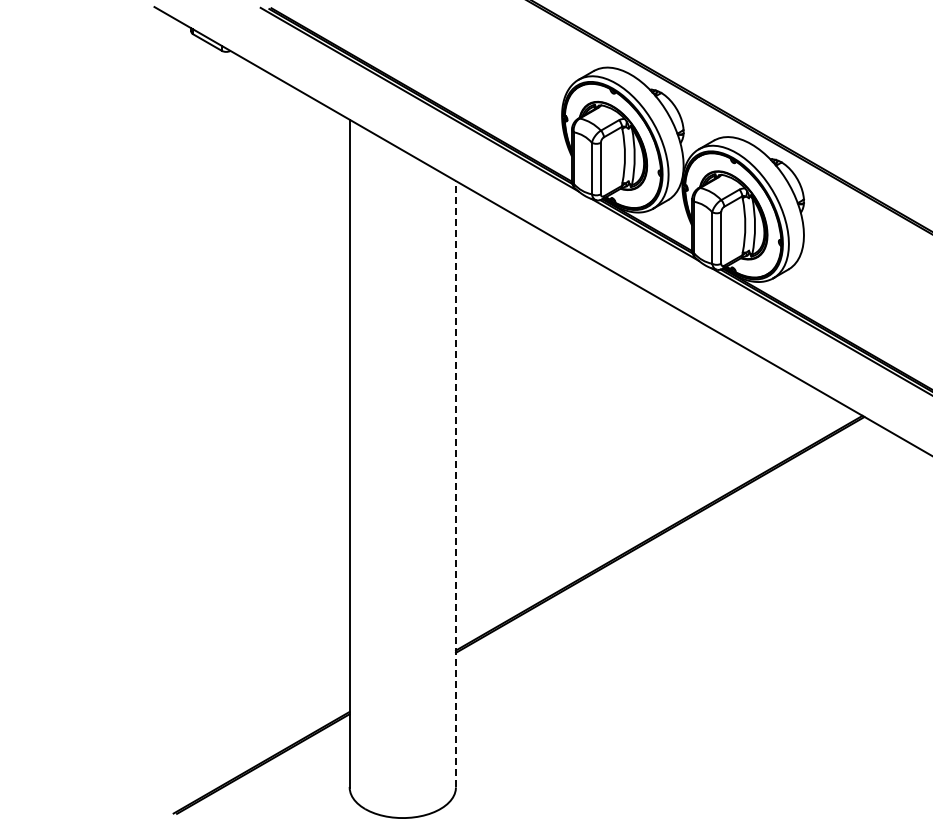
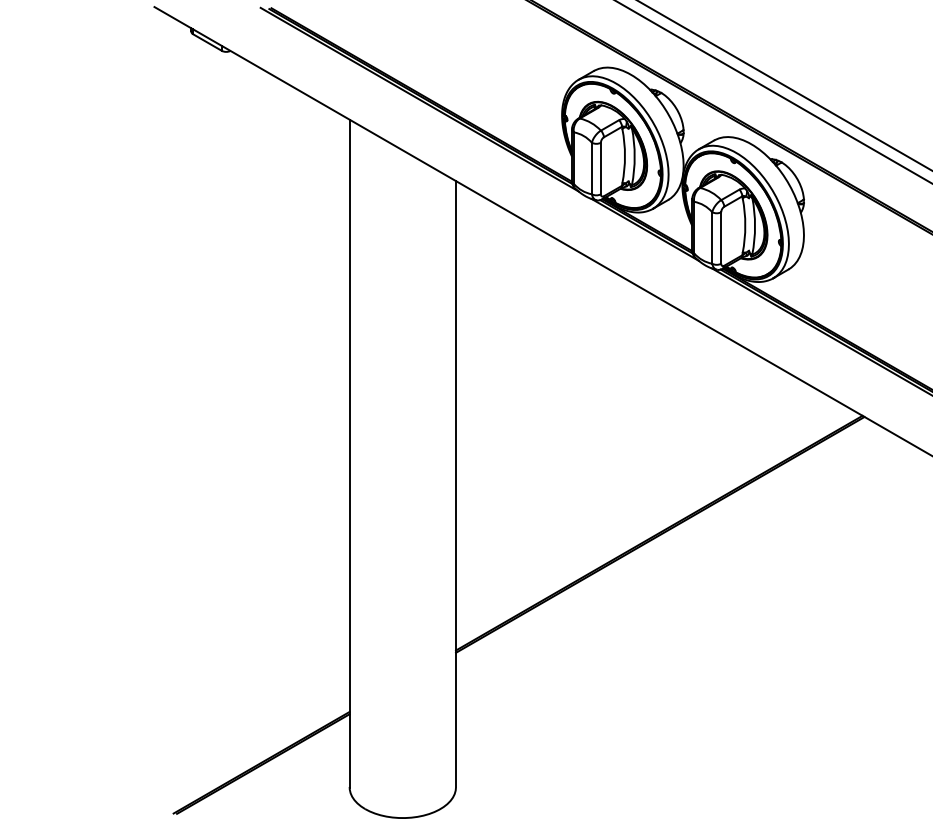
line at (784, 85): none -> present
line at (773, 92): none -> present
line at (456, 483): dashed -> solid
